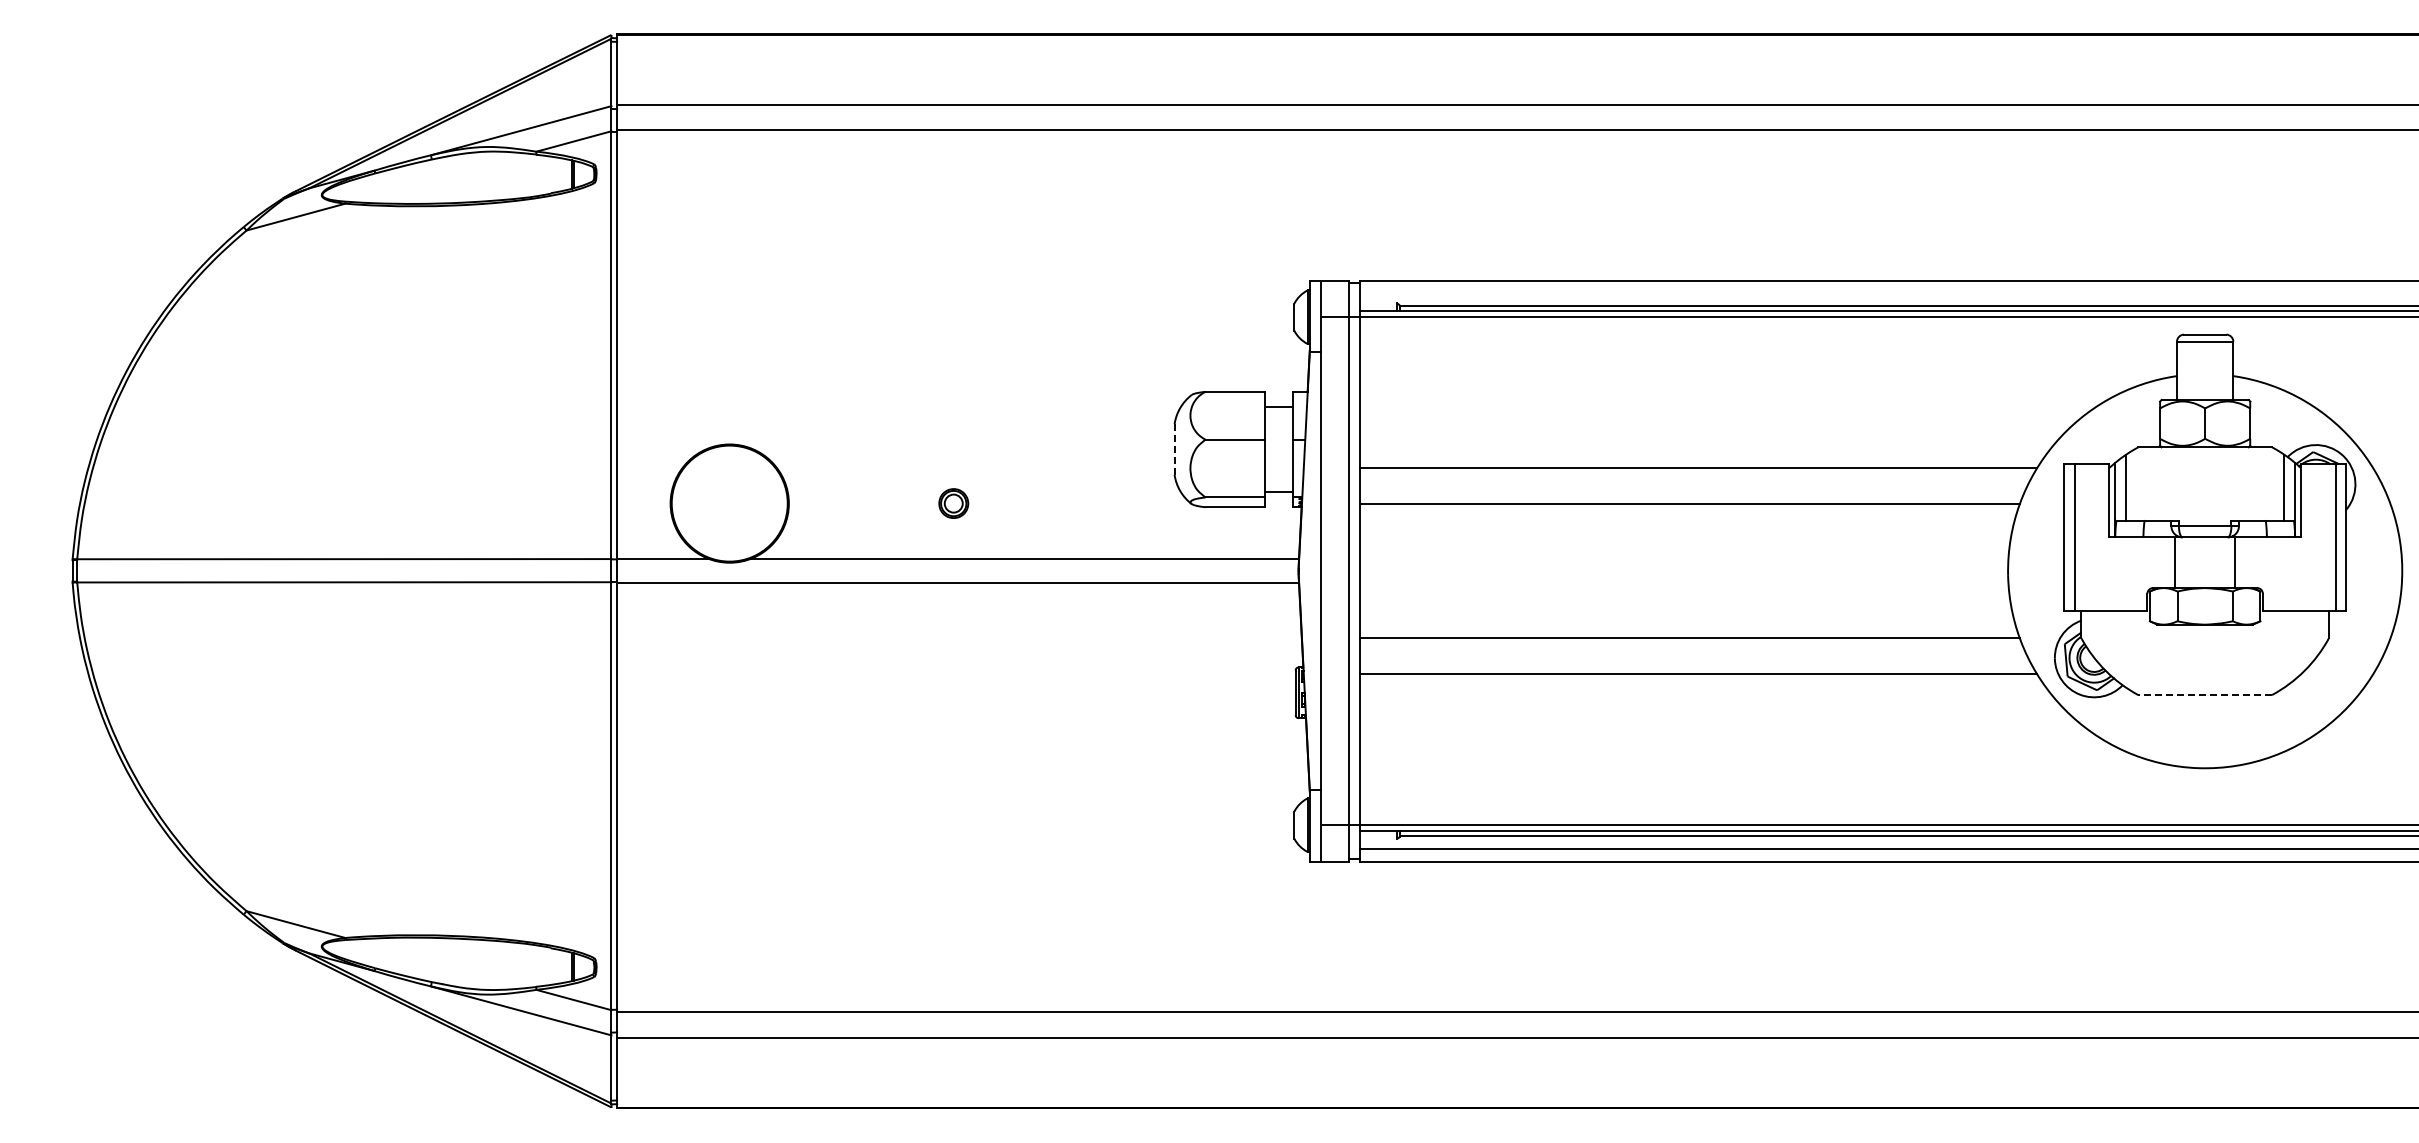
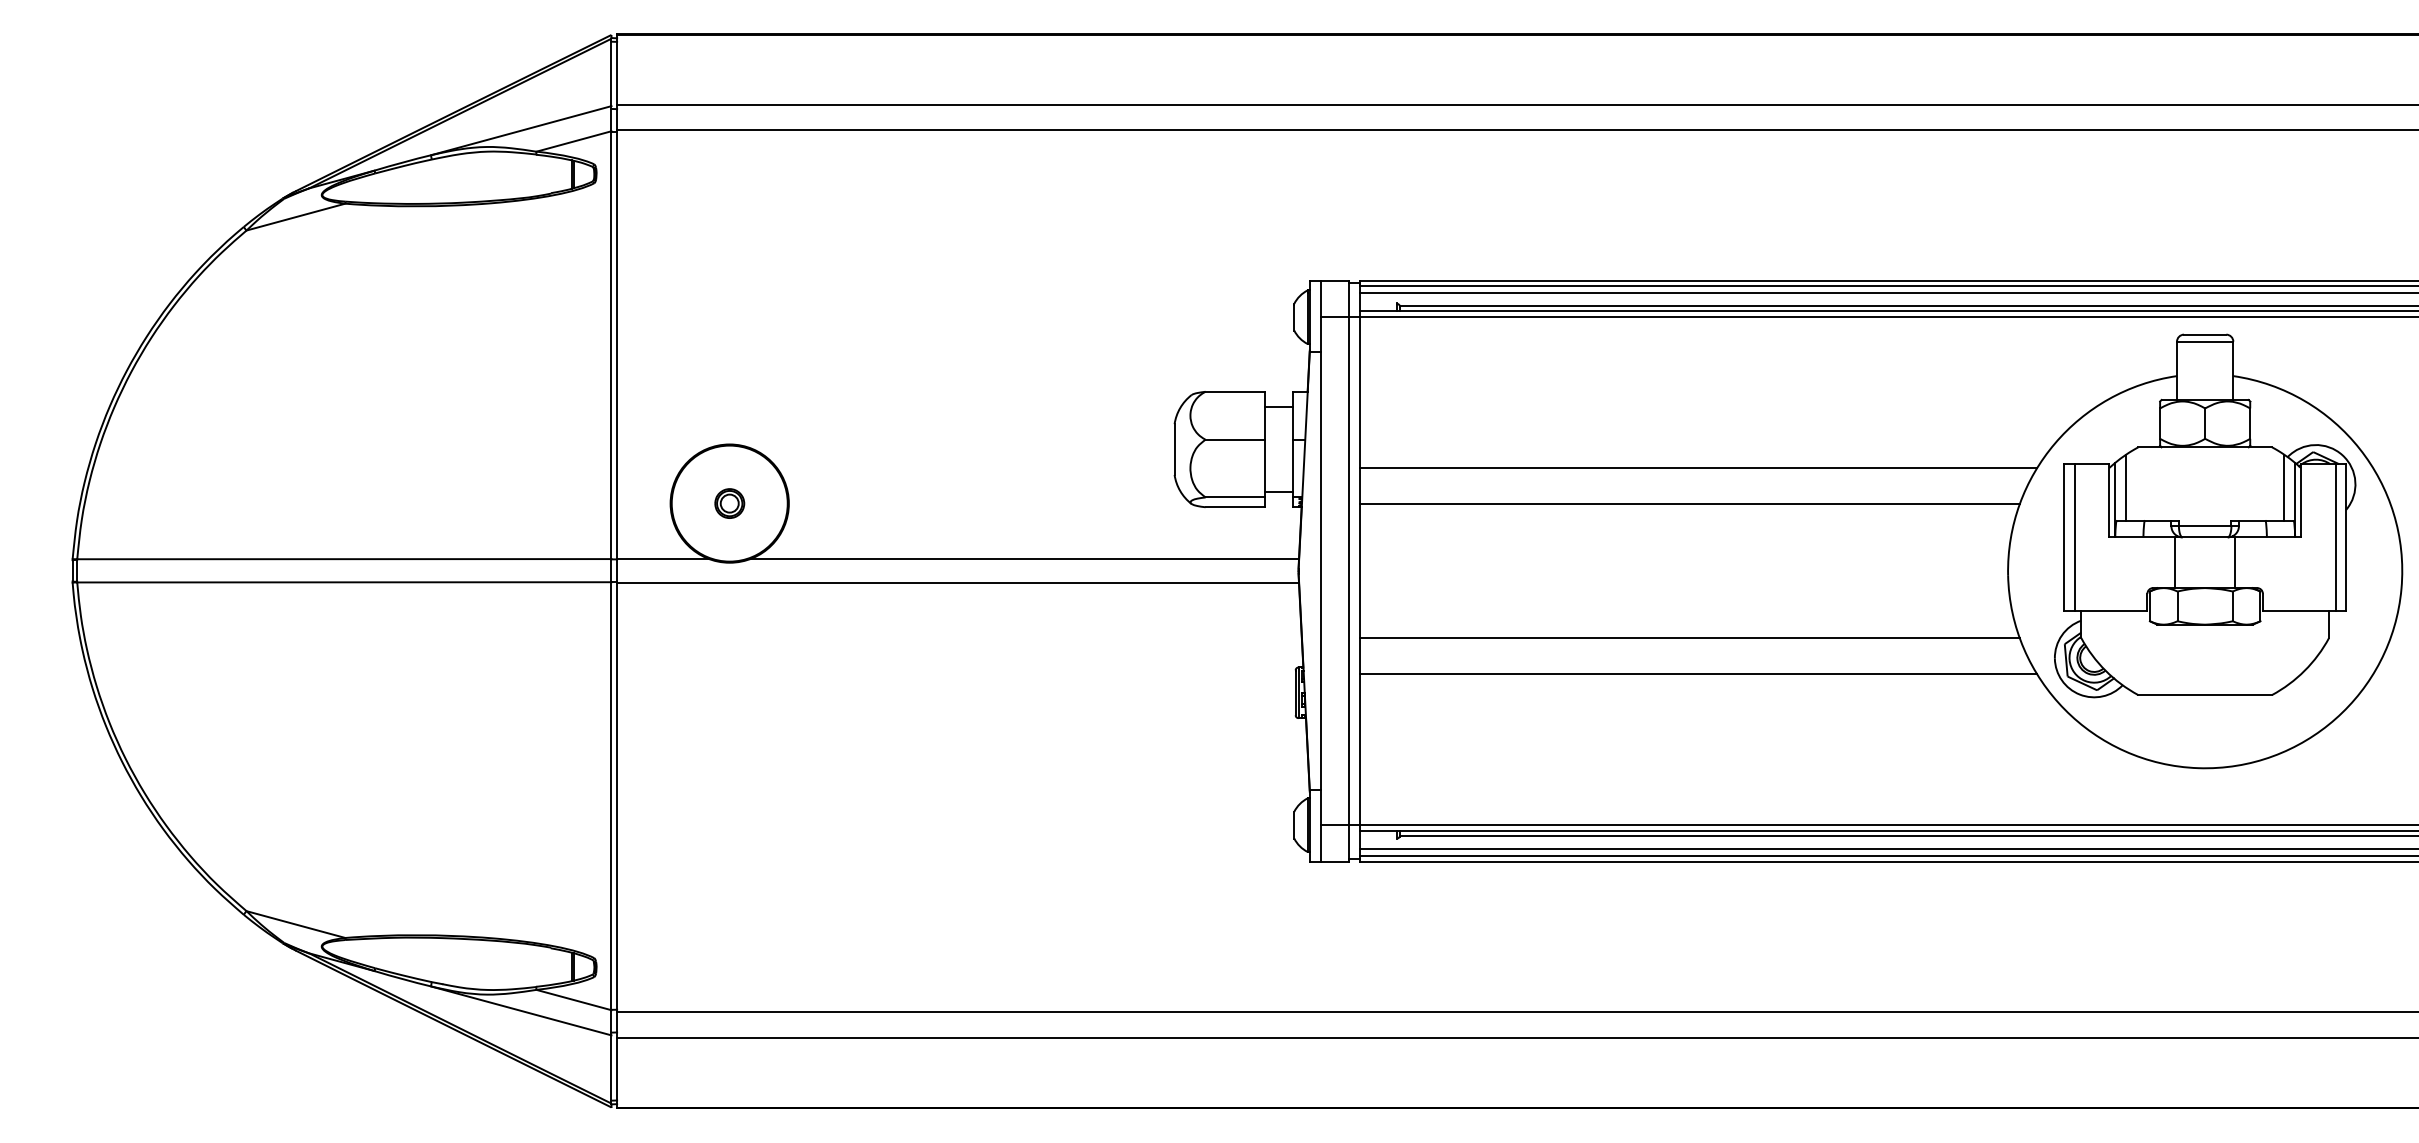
line at (1887, 286): none -> present
line at (1887, 293): none -> present
line at (1174, 449): dashed -> solid
part at (953, 503) position: (953, 503) -> (729, 503)
line at (2205, 695): dashed -> solid
line at (1887, 856): none -> present
